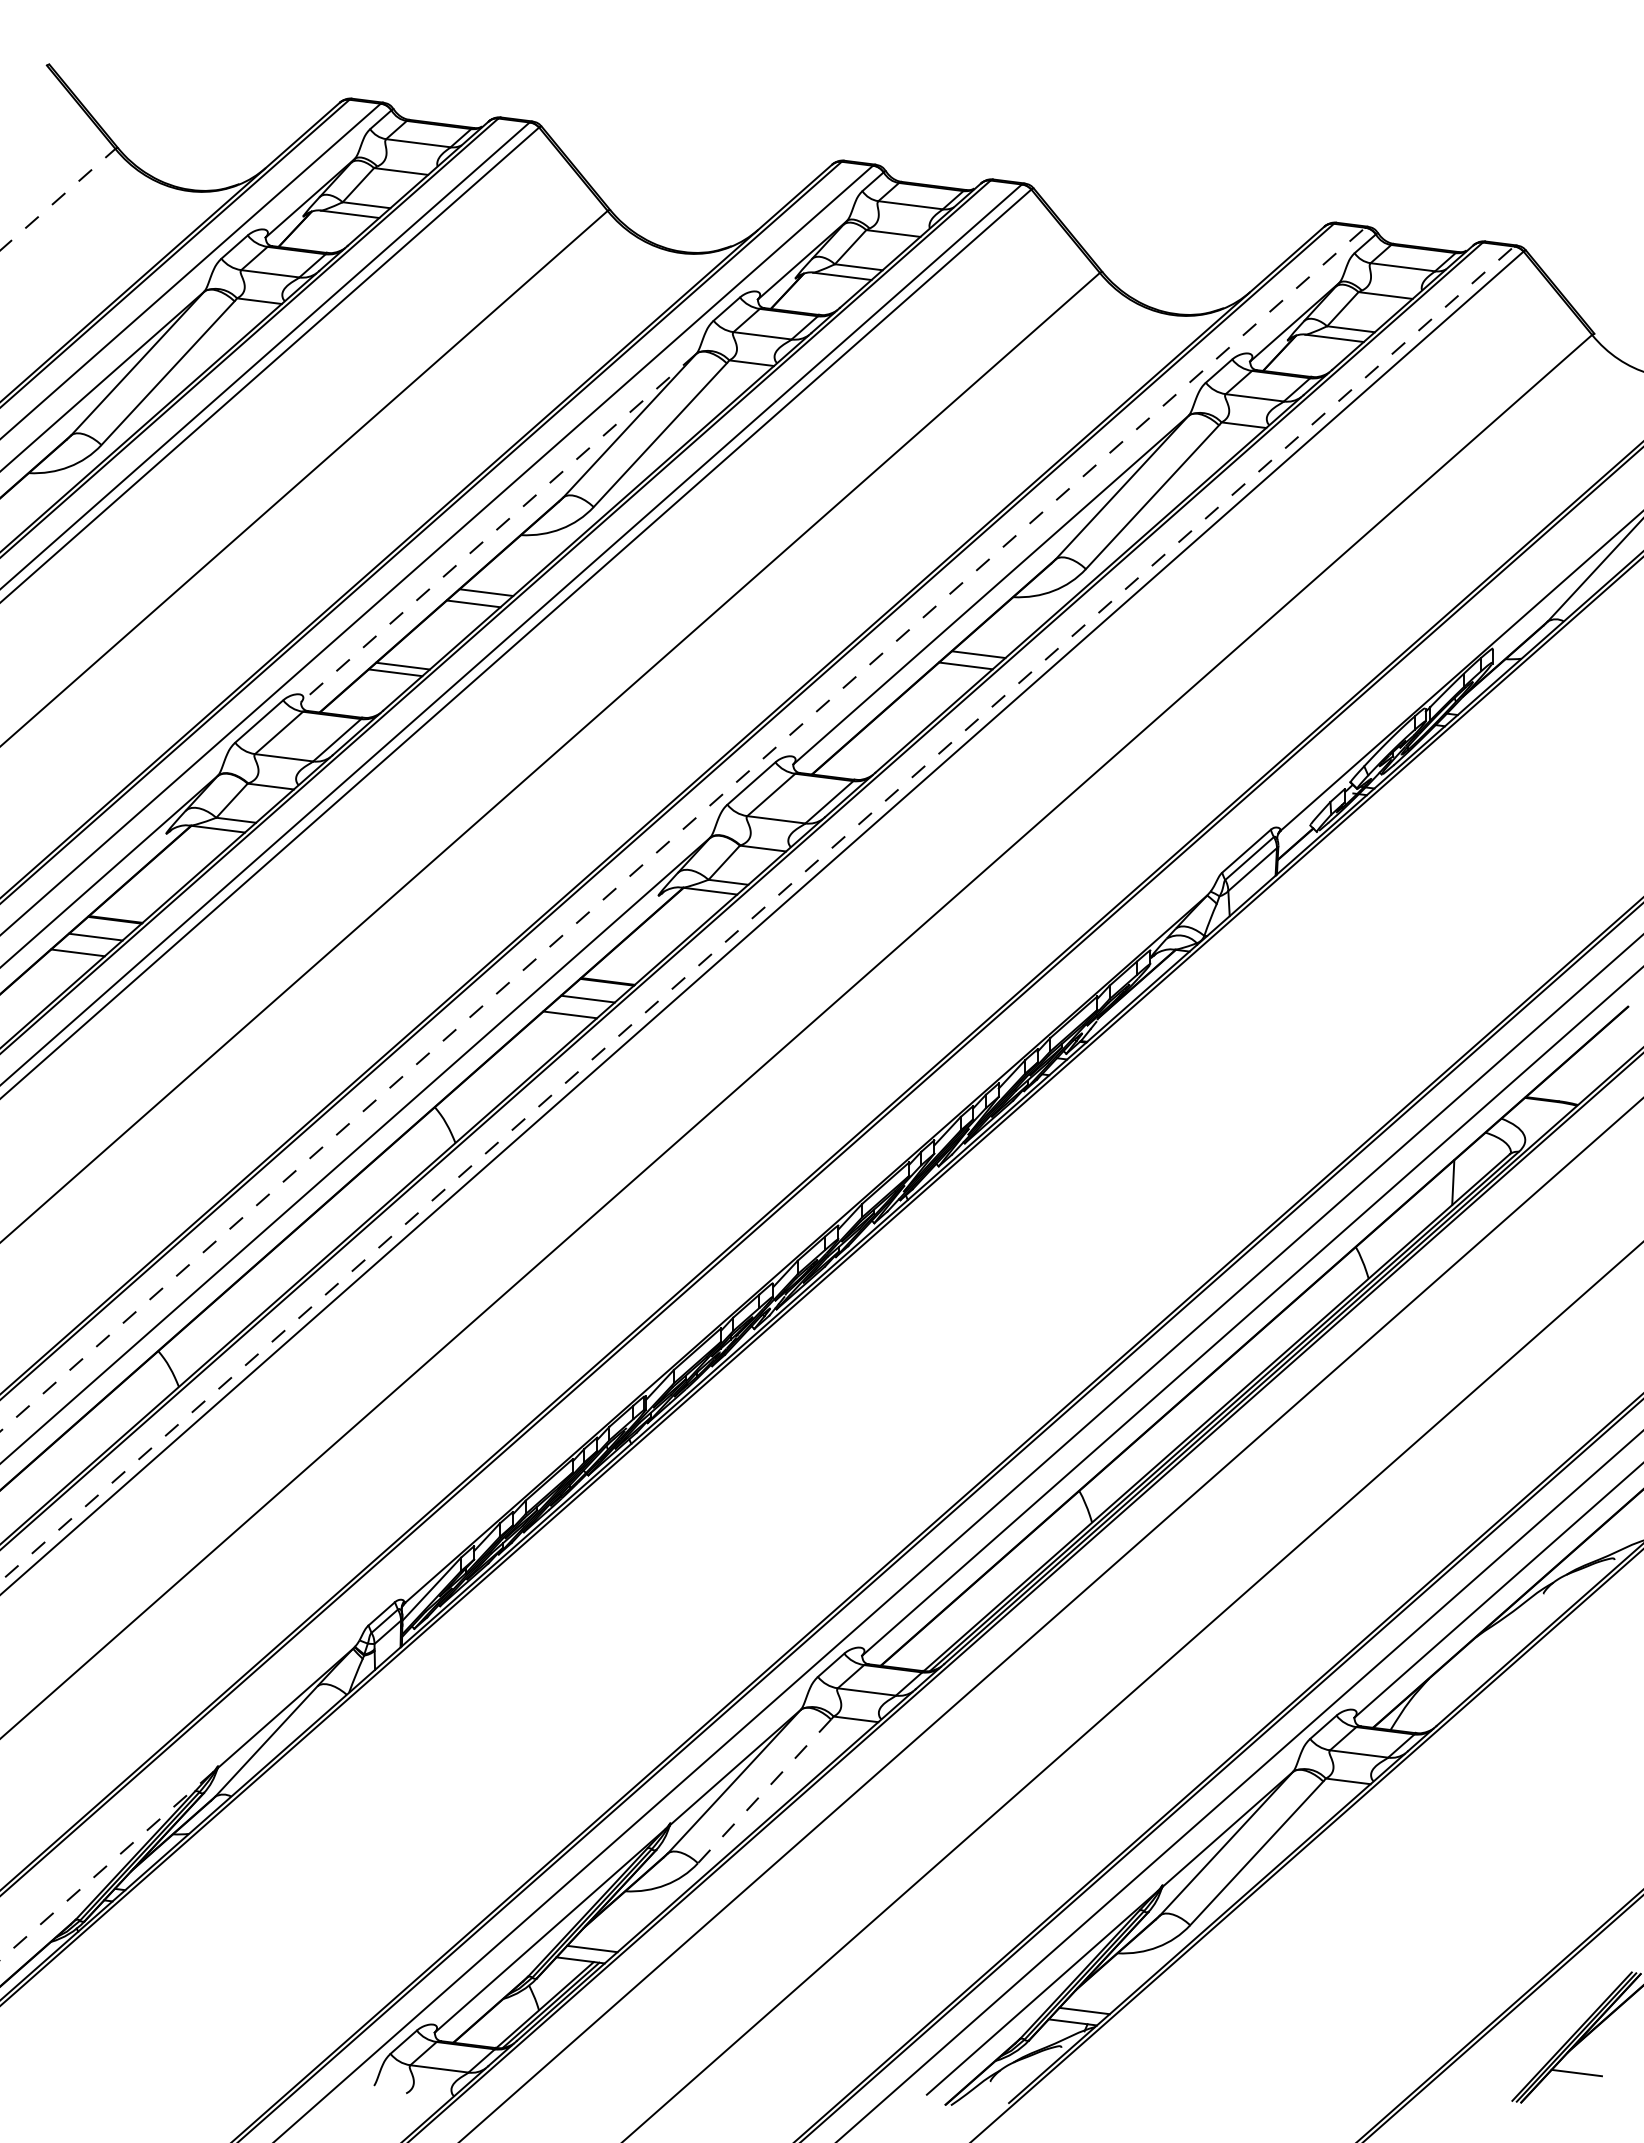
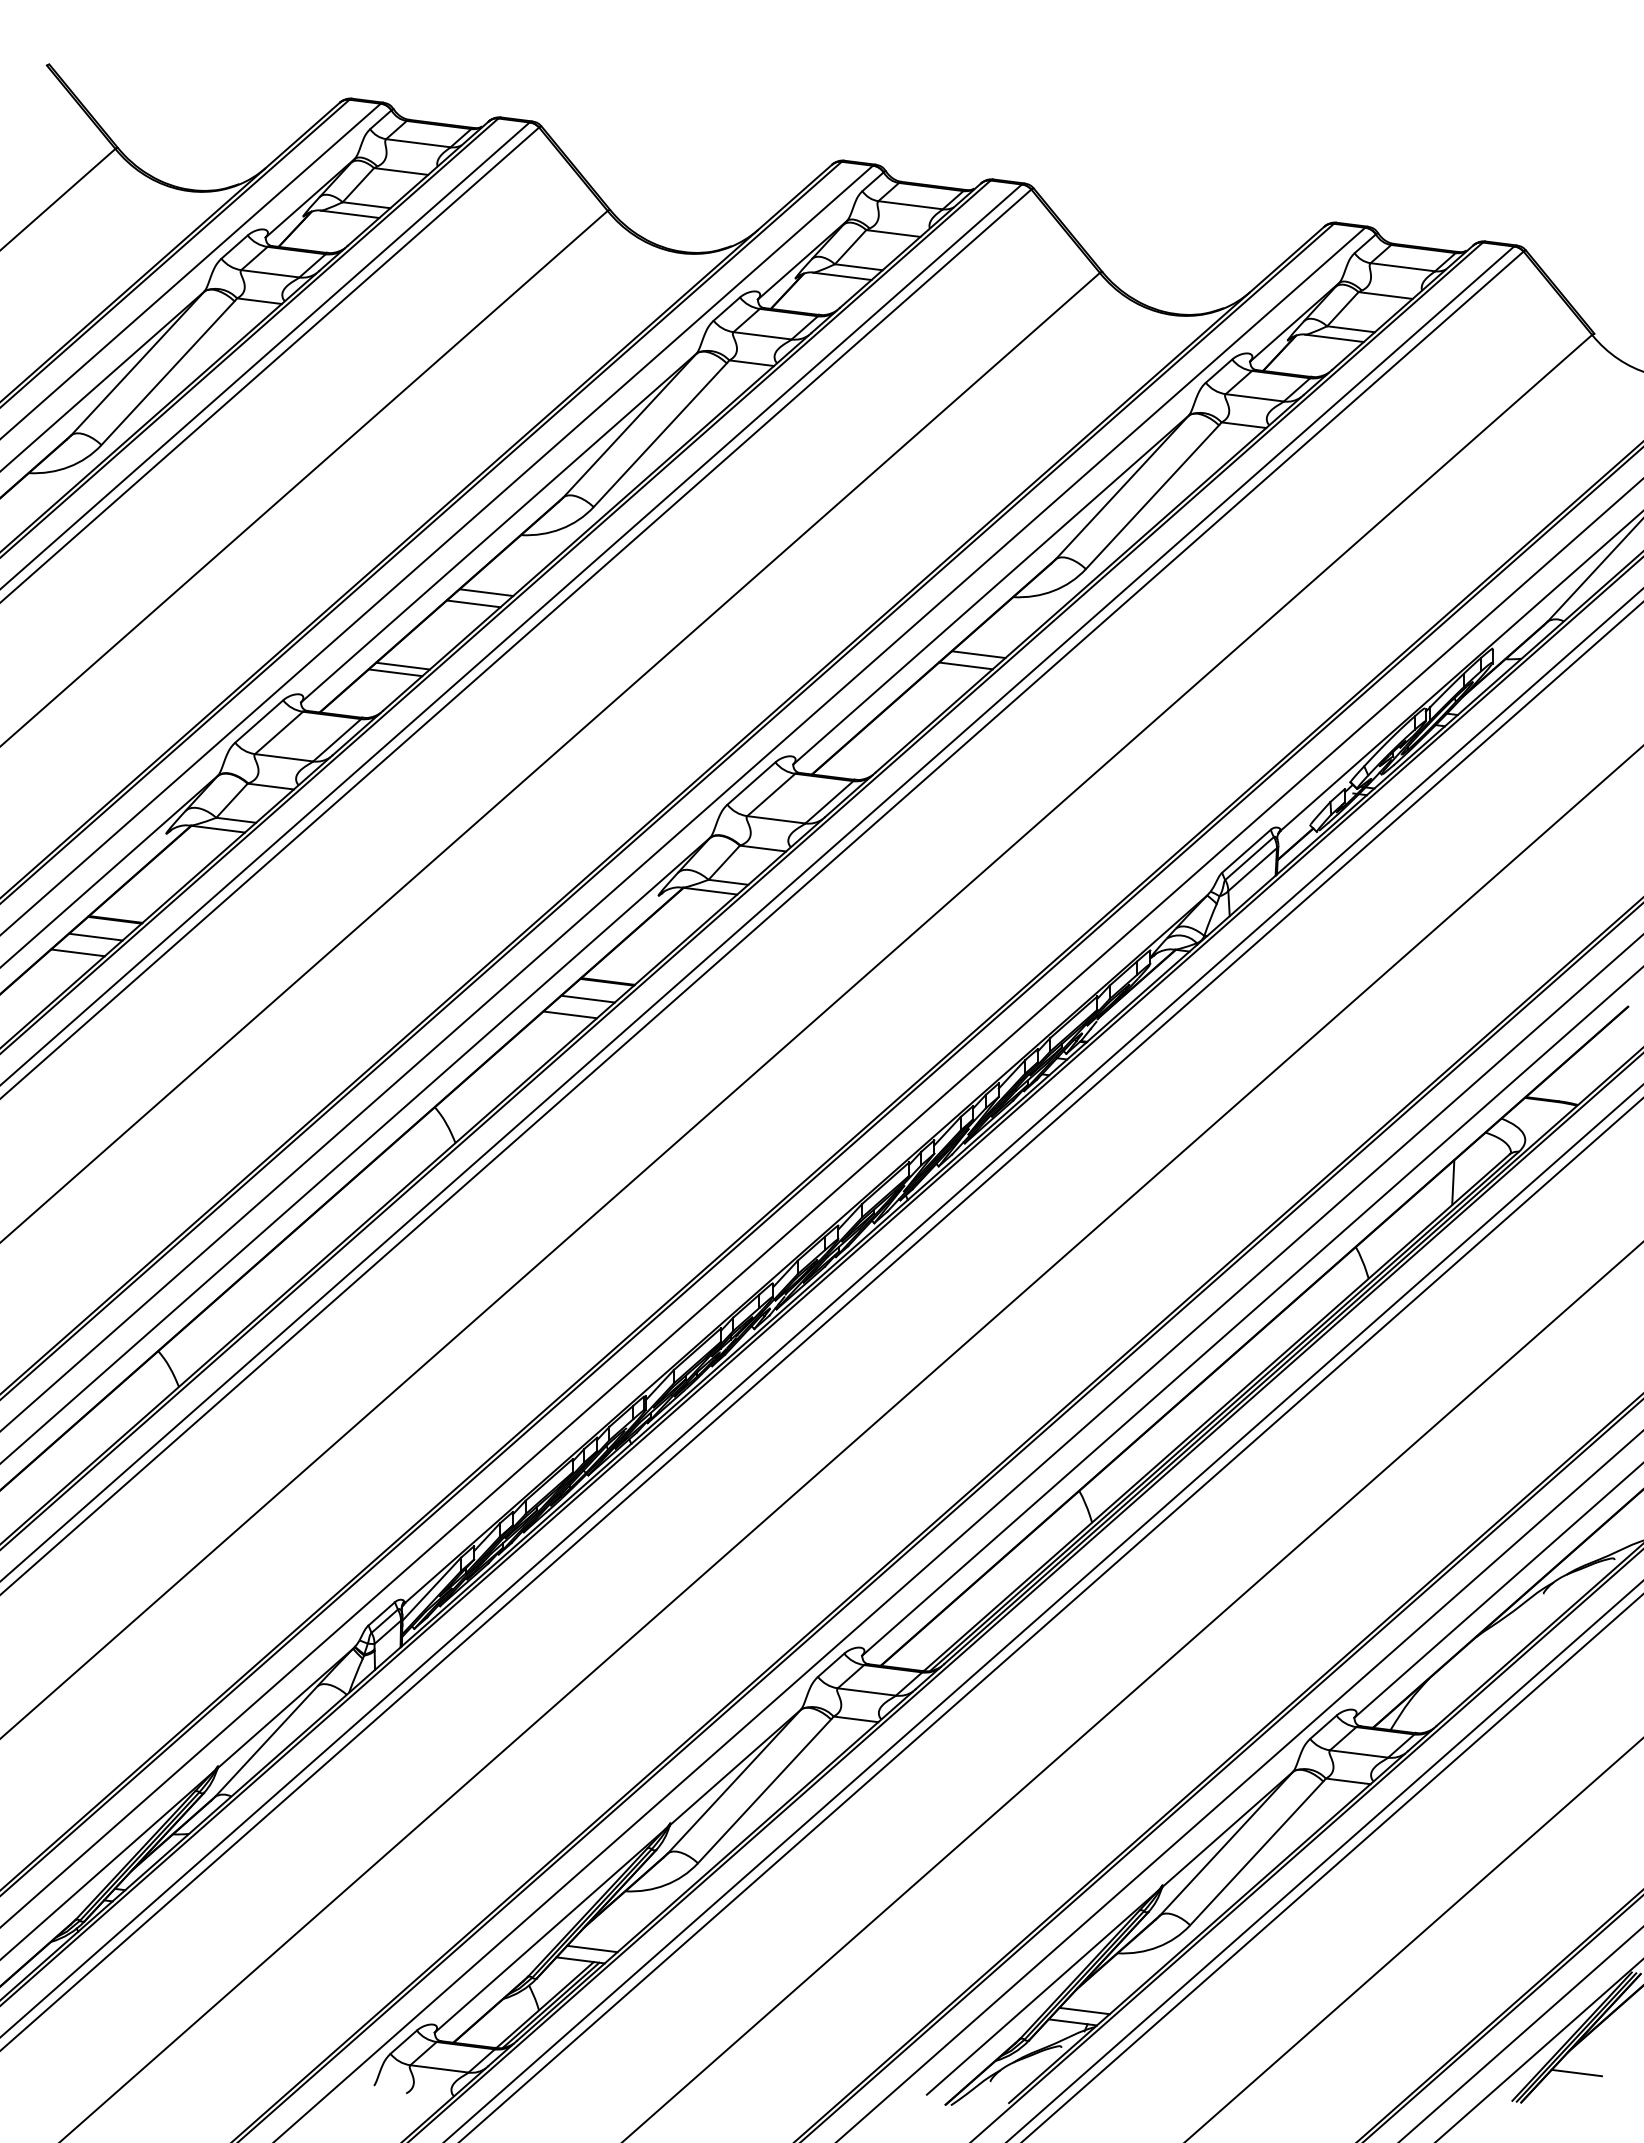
line at (58, 199): dashed -> solid
line at (498, 528): dashed -> solid
line at (682, 829): dashed -> solid
line at (757, 913): dashed -> solid
line at (821, 1202): none -> present
line at (821, 1312): none -> present
line at (821, 1326): none -> present
line at (851, 1443): none -> present
line at (1043, 1613): none -> present
line at (764, 1791): dashed -> solid
line at (1324, 1861): none -> present
line at (106, 1866): dashed -> solid
line at (1332, 1867): none -> present
line at (1414, 1939): none -> present
line at (1520, 2034): none -> present
line at (1539, 2050): none -> present
